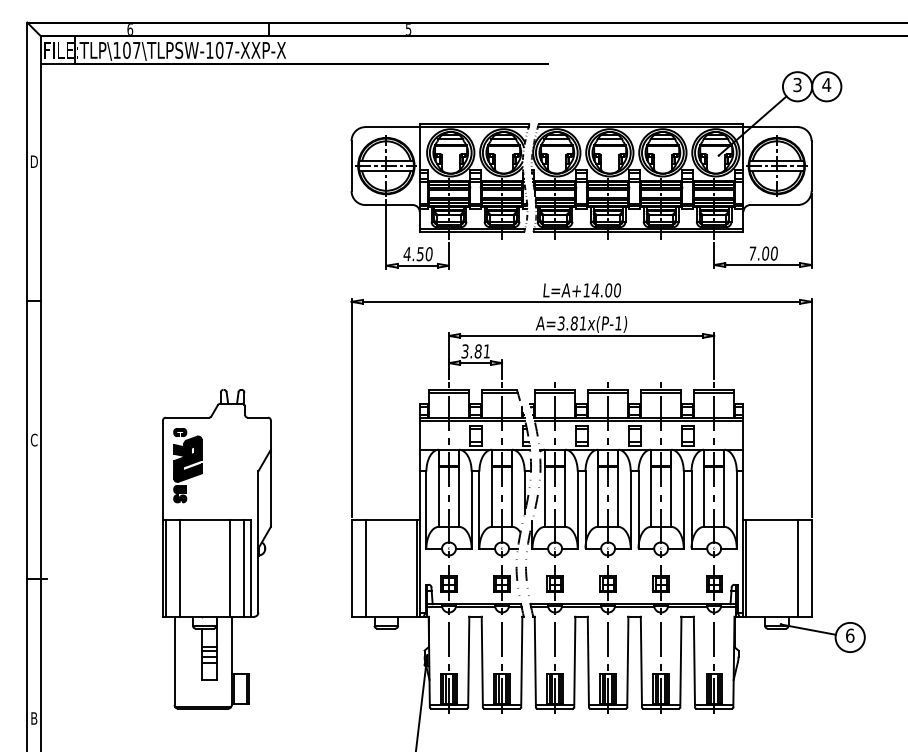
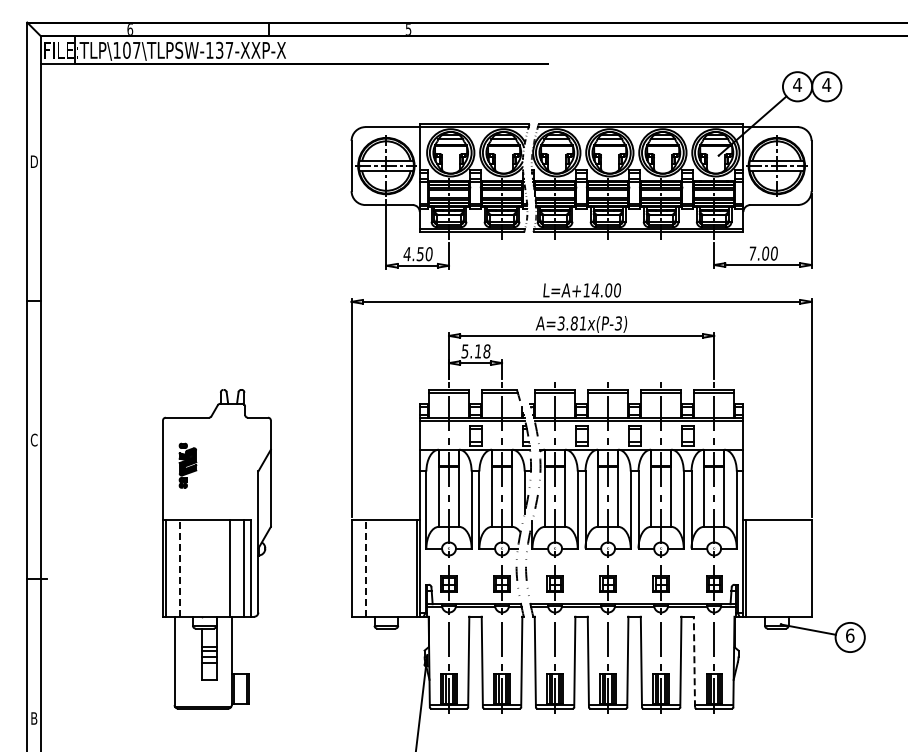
text at (219, 49): TLP\107\TLPSW-107-XXP-X -> TLP\107\TLPSW-137-XXP-X
text at (797, 84): 3 -> 4
text at (617, 323): A=3.81x(P-1) -> A=3.81x(P-3)
text at (476, 351): 3.81 -> 5.18
part at (187, 465) size: 30x76 px -> 20x47 px
line at (179, 567): solid -> dashed
line at (365, 567): solid -> dashed
line at (797, 568): present -> none
line at (694, 661): solid -> dashed
